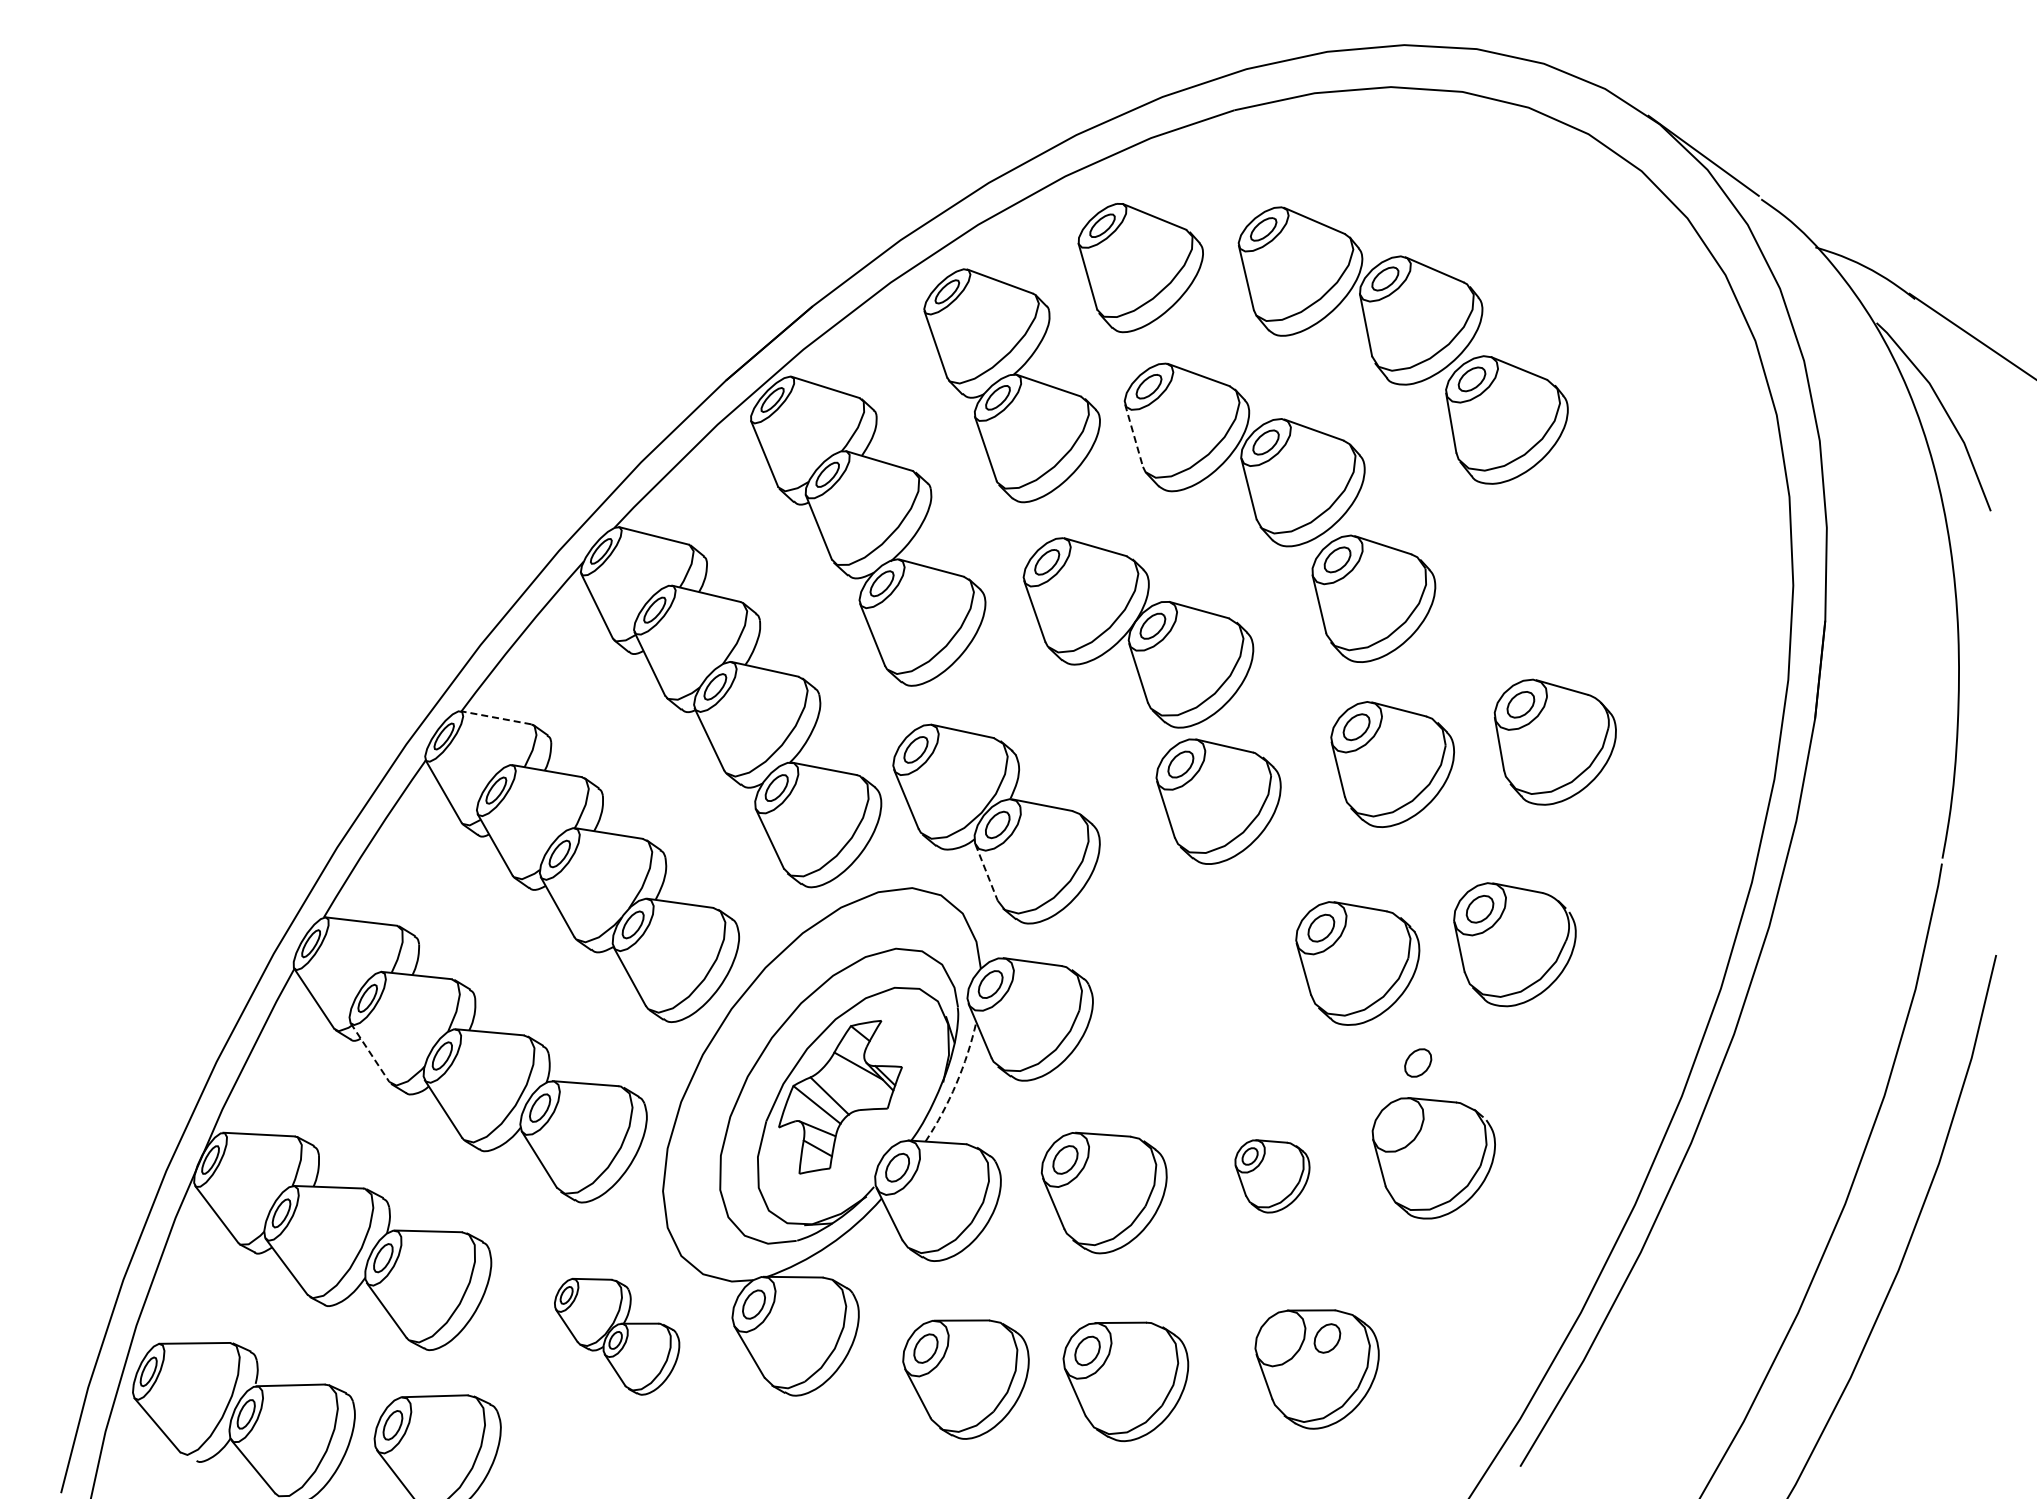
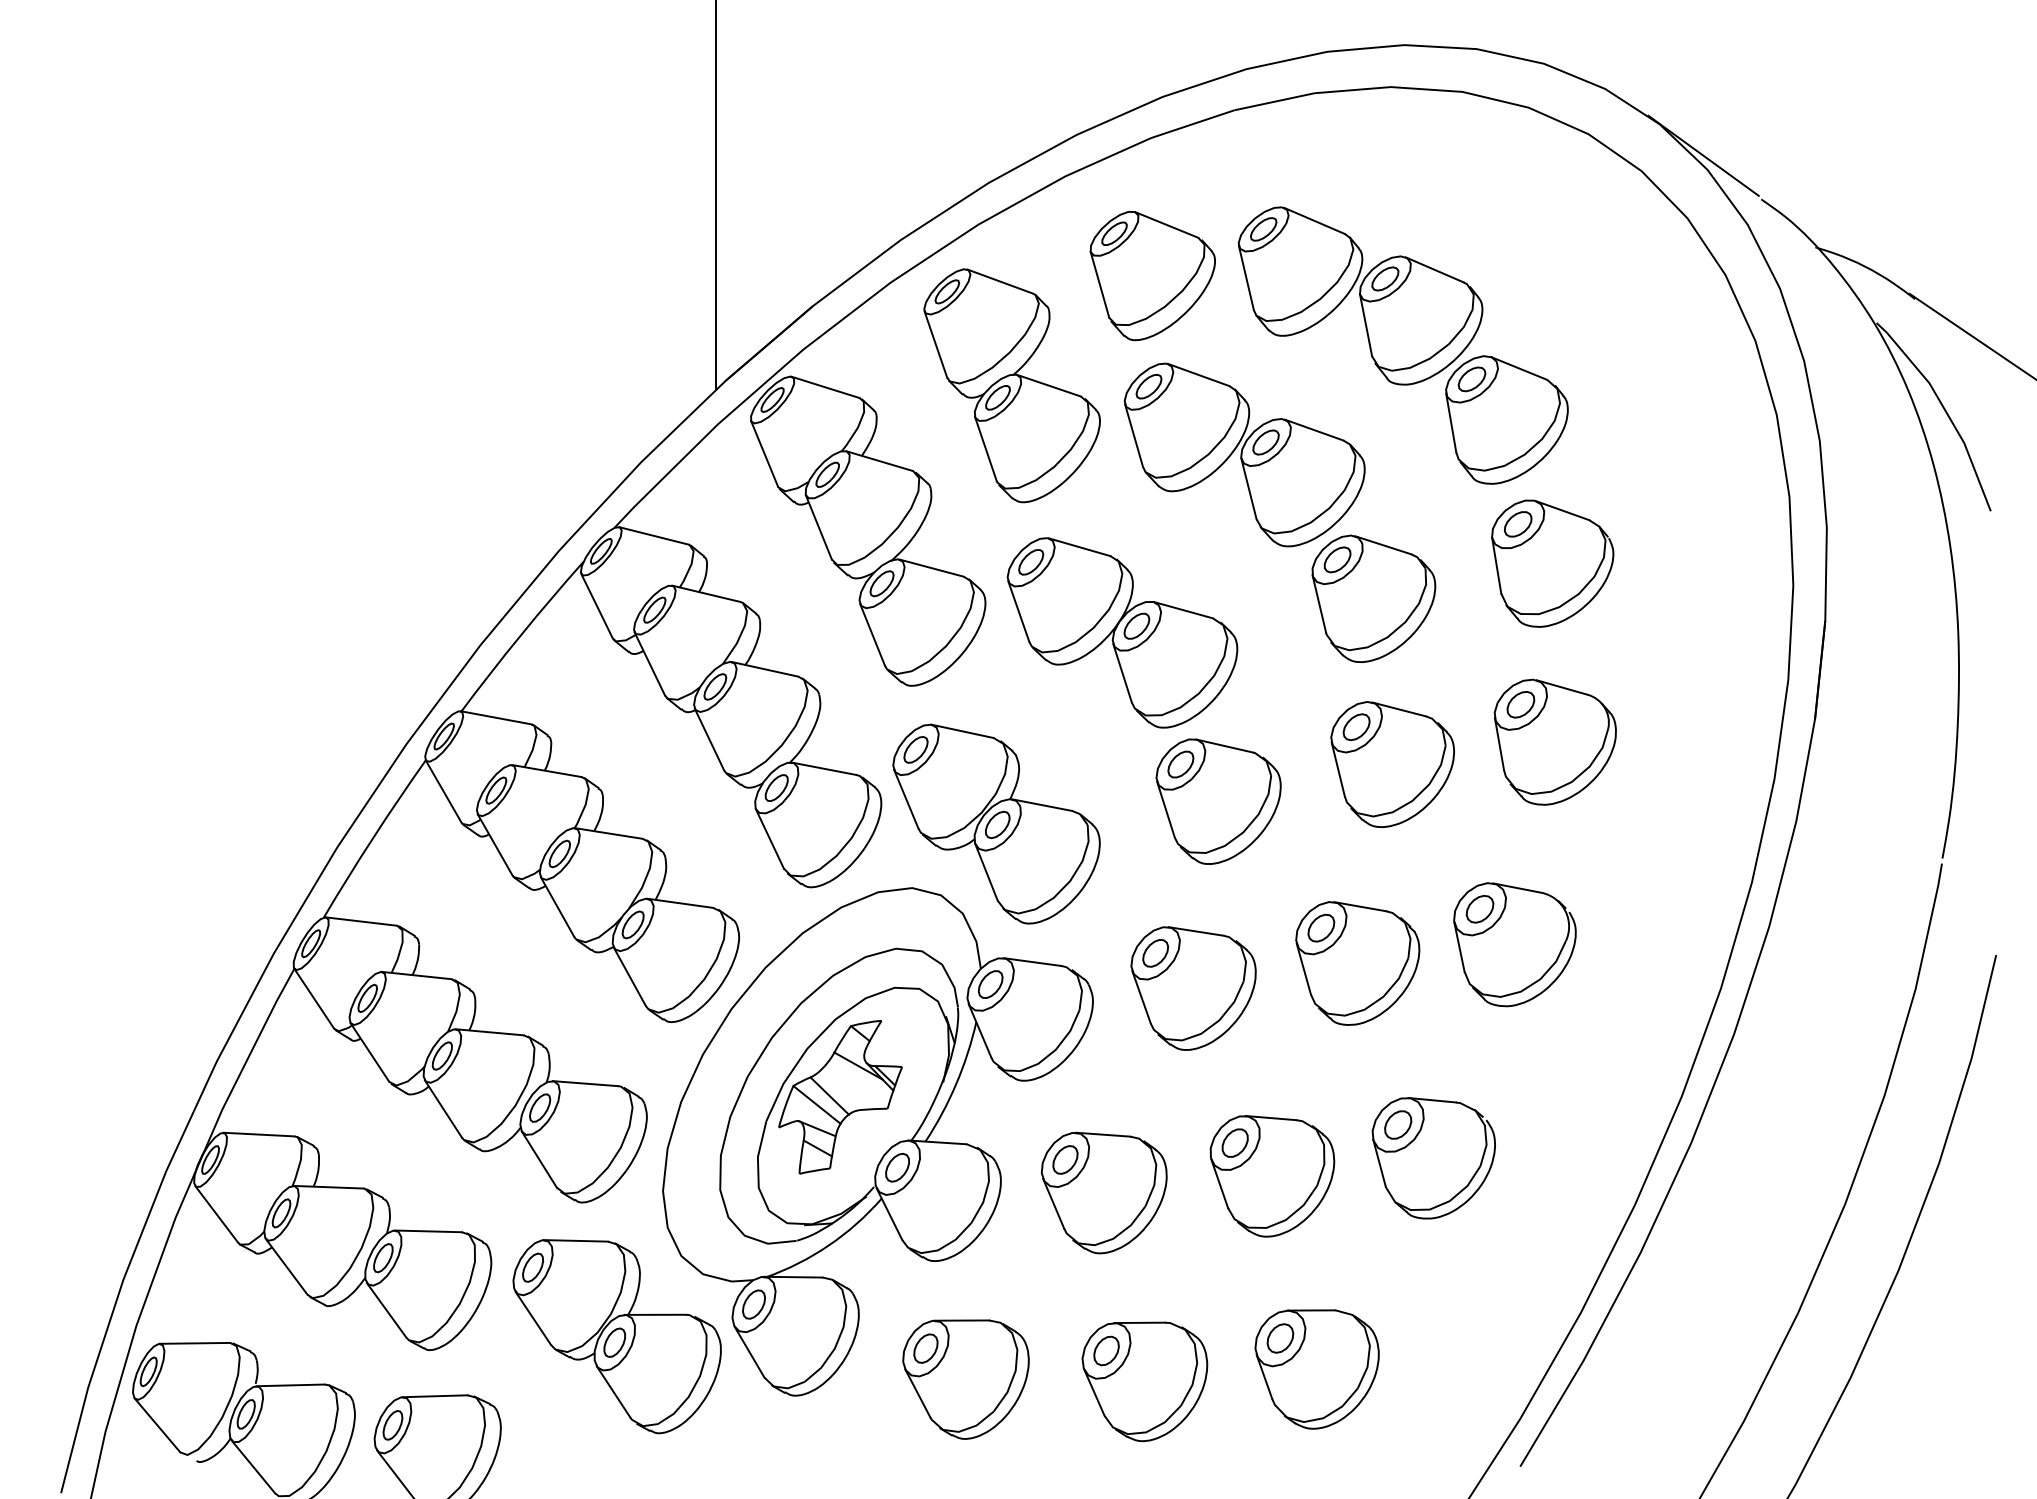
line at (716, 195): none -> present
part at (1140, 268) position: (1140, 268) -> (1152, 276)
line at (1134, 435): dashed -> solid
part at (1552, 563): none -> present
part at (1138, 632) position: (1138, 632) -> (1122, 632)
line at (496, 717): dashed -> solid
line at (986, 872): dashed -> solid
part at (1193, 988): none -> present
line at (370, 1053): dashed -> solid
part at (1418, 1062) position: (1418, 1062) -> (1398, 1124)
arc at (956, 1084): dashed -> solid
part at (1272, 1176) size: 77x75 px -> 127x123 px
part at (617, 1336) size: 127x118 px -> 210x196 px
part at (1327, 1338) position: (1327, 1338) -> (1280, 1338)
part at (1125, 1381) position: (1125, 1381) -> (1144, 1381)
